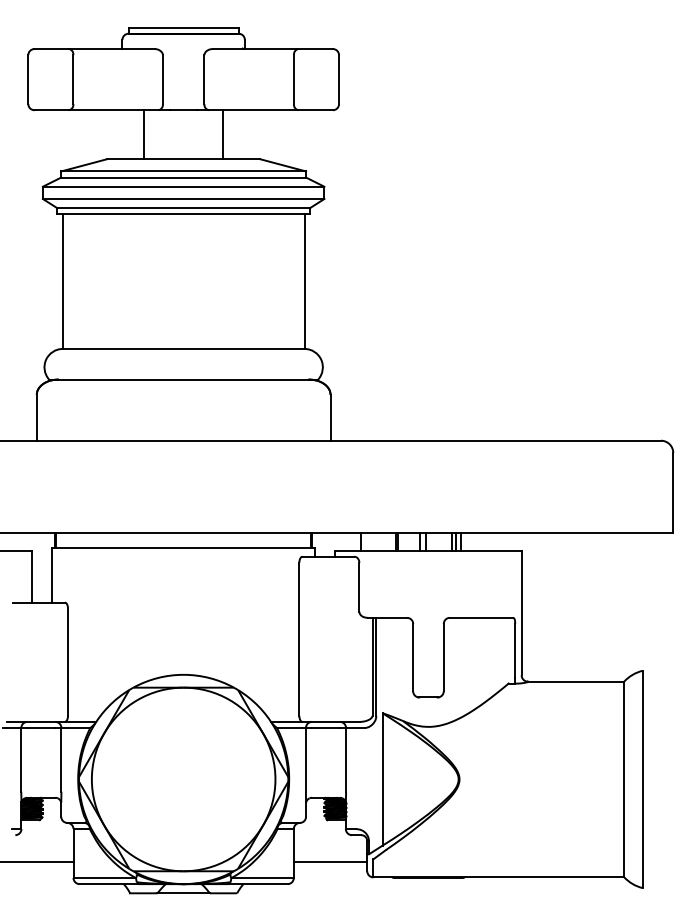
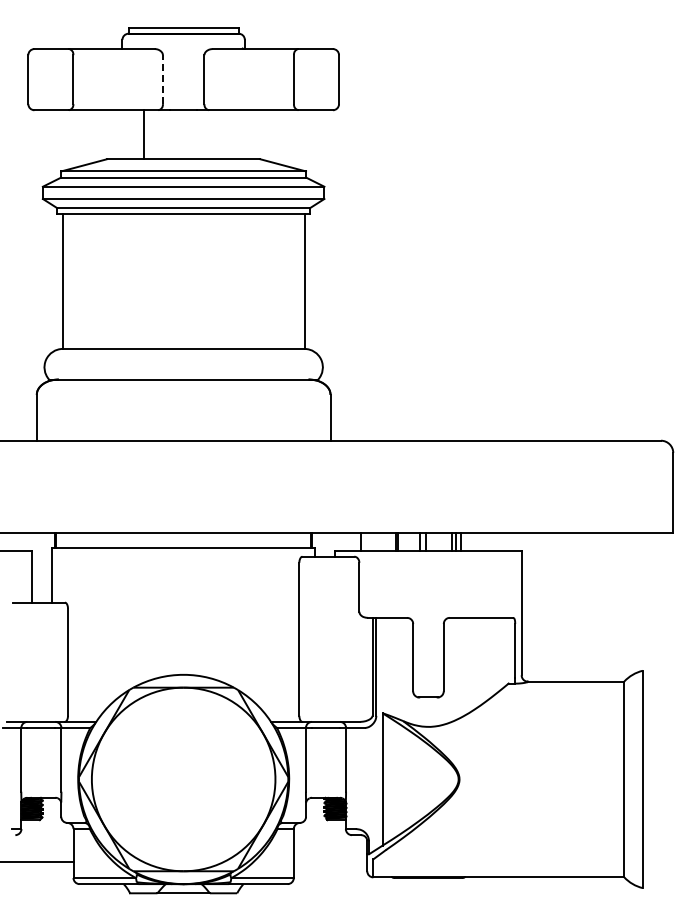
line at (162, 79): solid -> dashed
line at (223, 134): present -> none
line at (330, 862): present -> none
